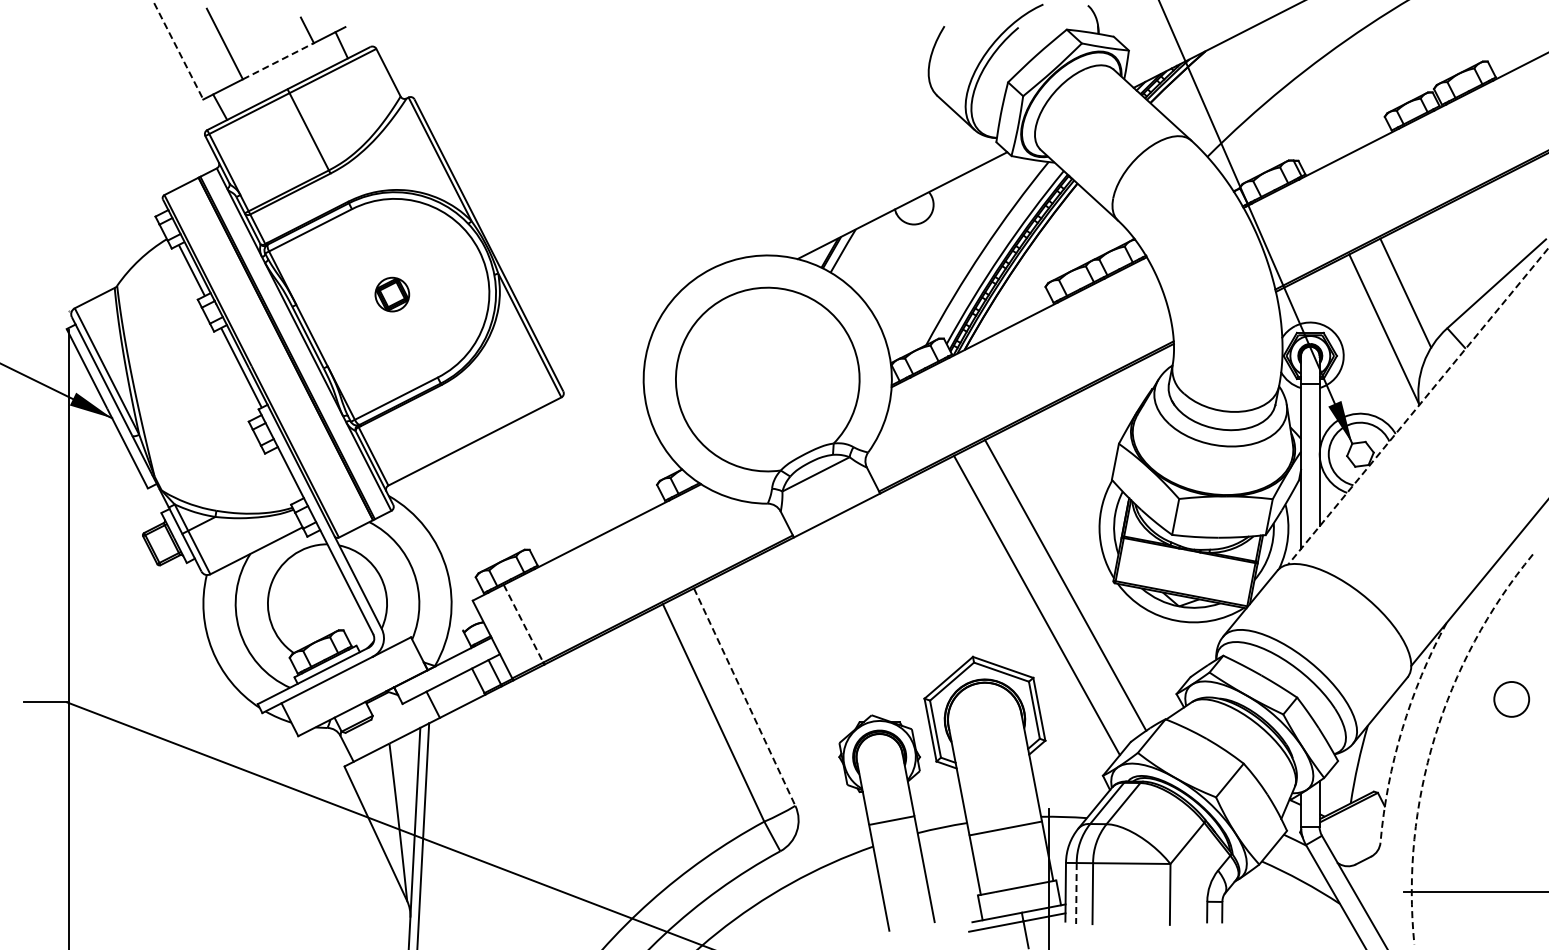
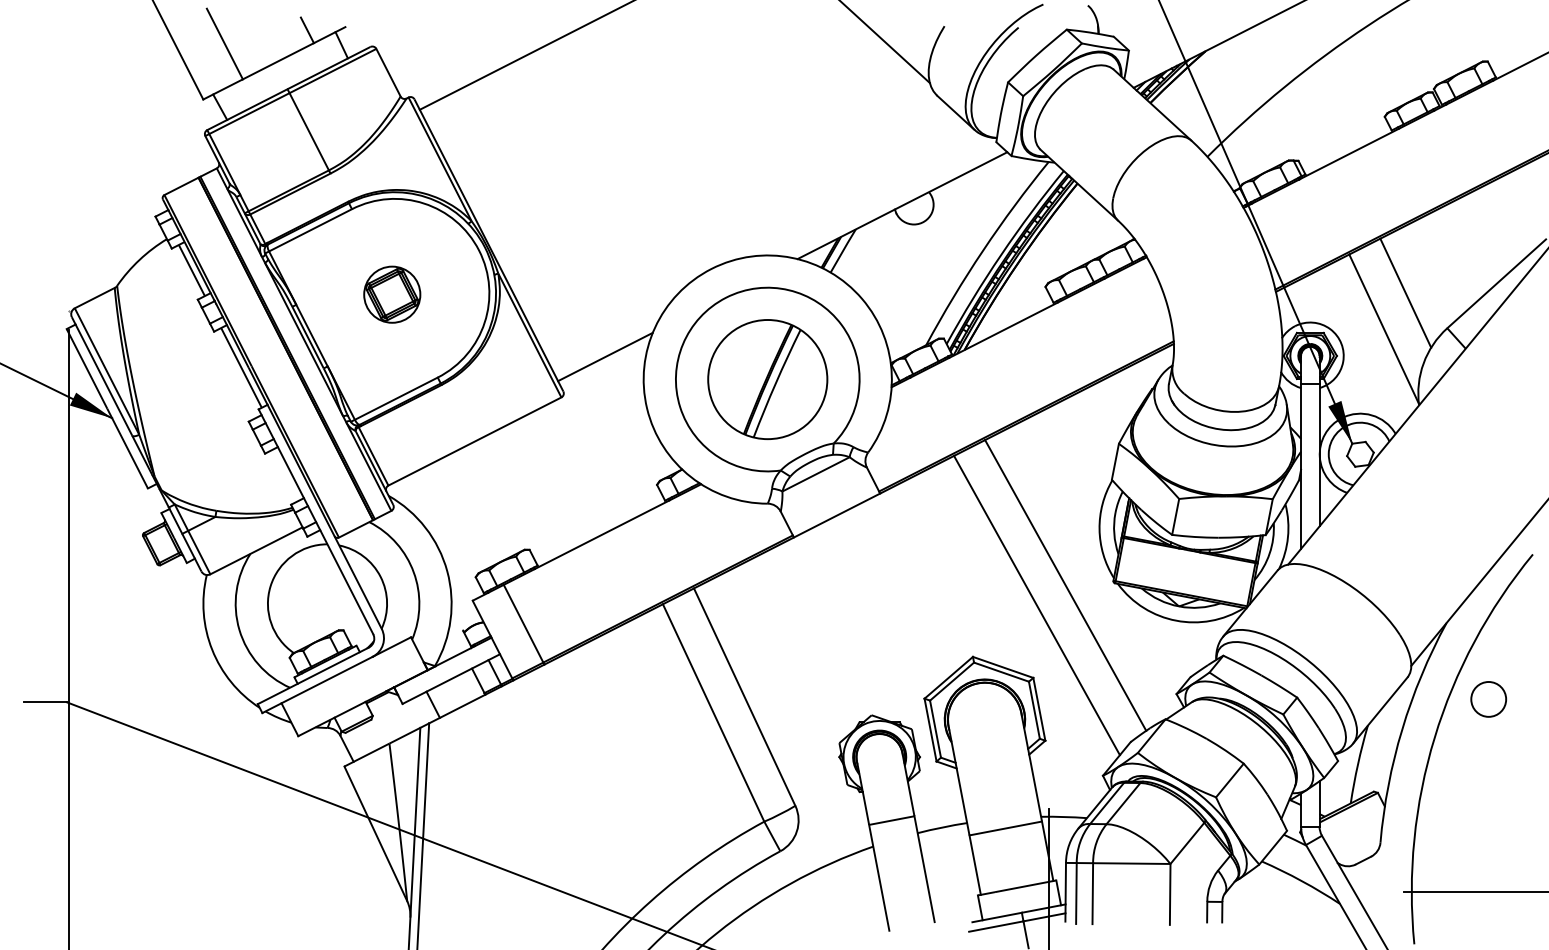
line at (885, 42): none -> present
line at (178, 49): dashed -> solid
line at (524, 55): none -> present
line at (278, 61): dashed -> solid
part at (392, 294) size: 37x37 px -> 59x59 px
line at (605, 356): none -> present
part at (767, 379): none -> present
line at (1418, 406): dashed -> solid
line at (523, 623): dashed -> solid
line at (744, 697): dashed -> solid
circle at (1511, 699) position: (1511, 699) -> (1488, 699)
arc at (1402, 729): dashed -> solid
arc at (1434, 737): dashed -> solid
line at (1076, 894): dashed -> solid
